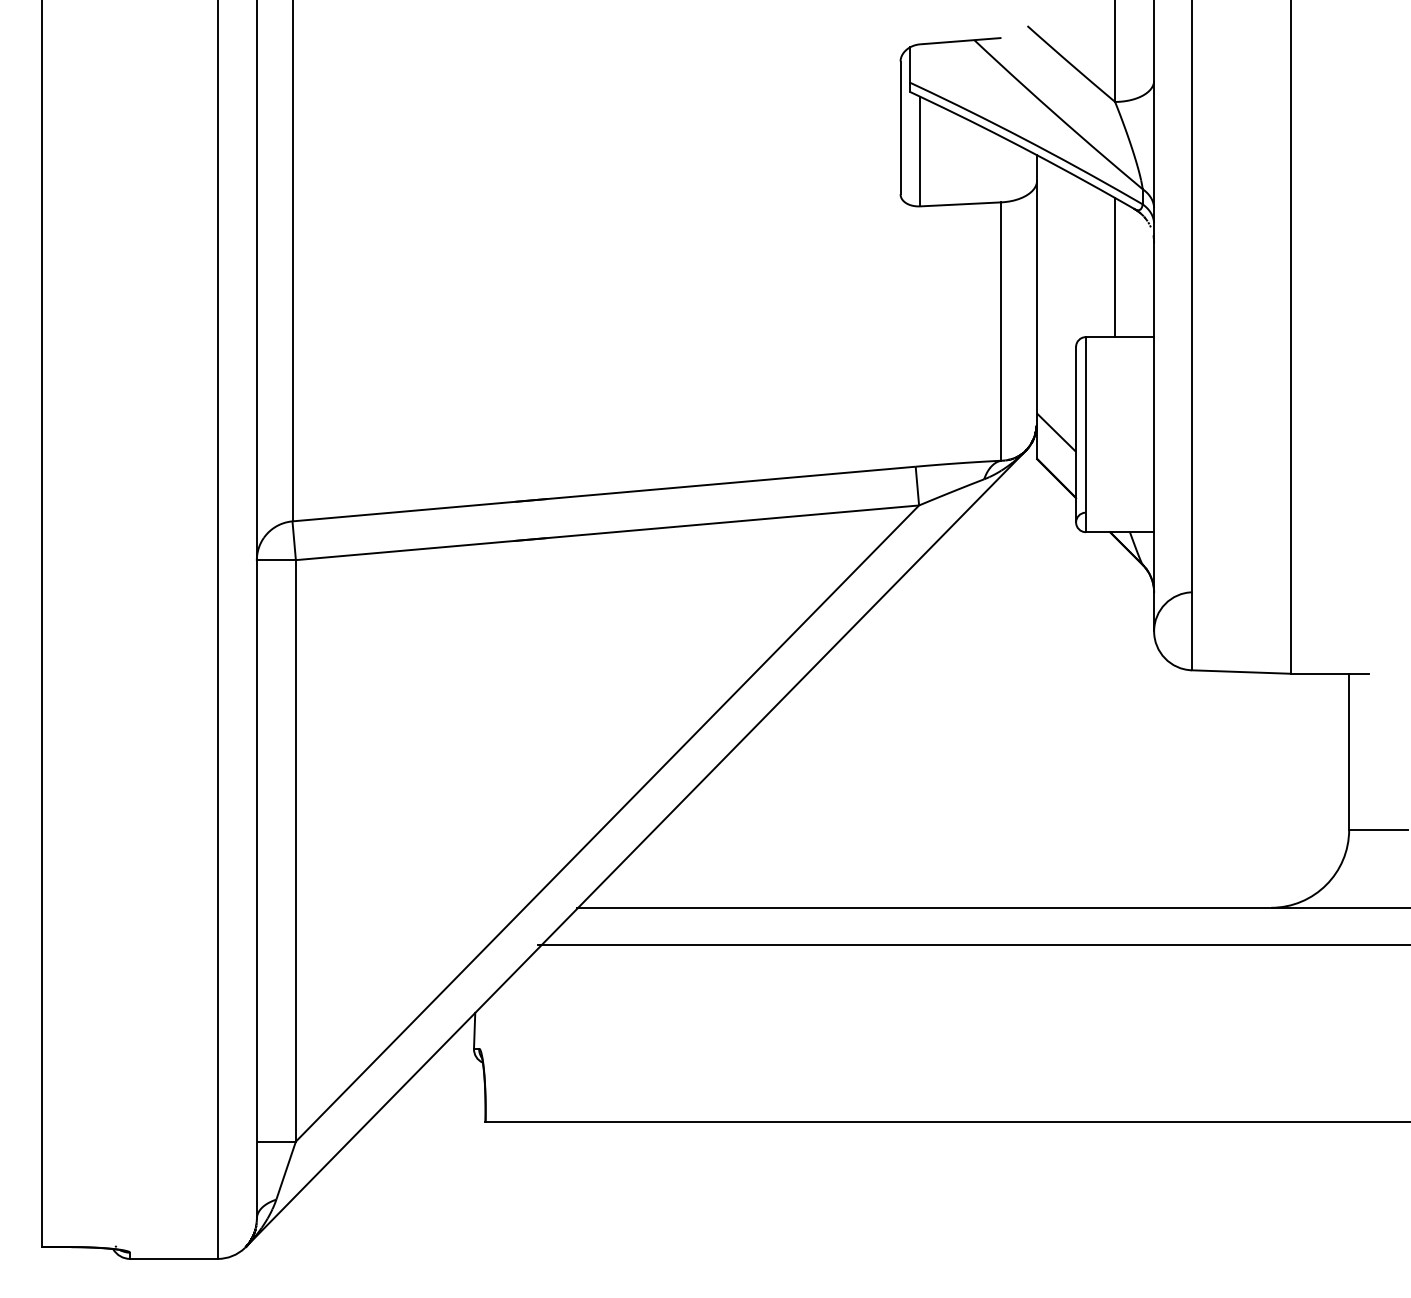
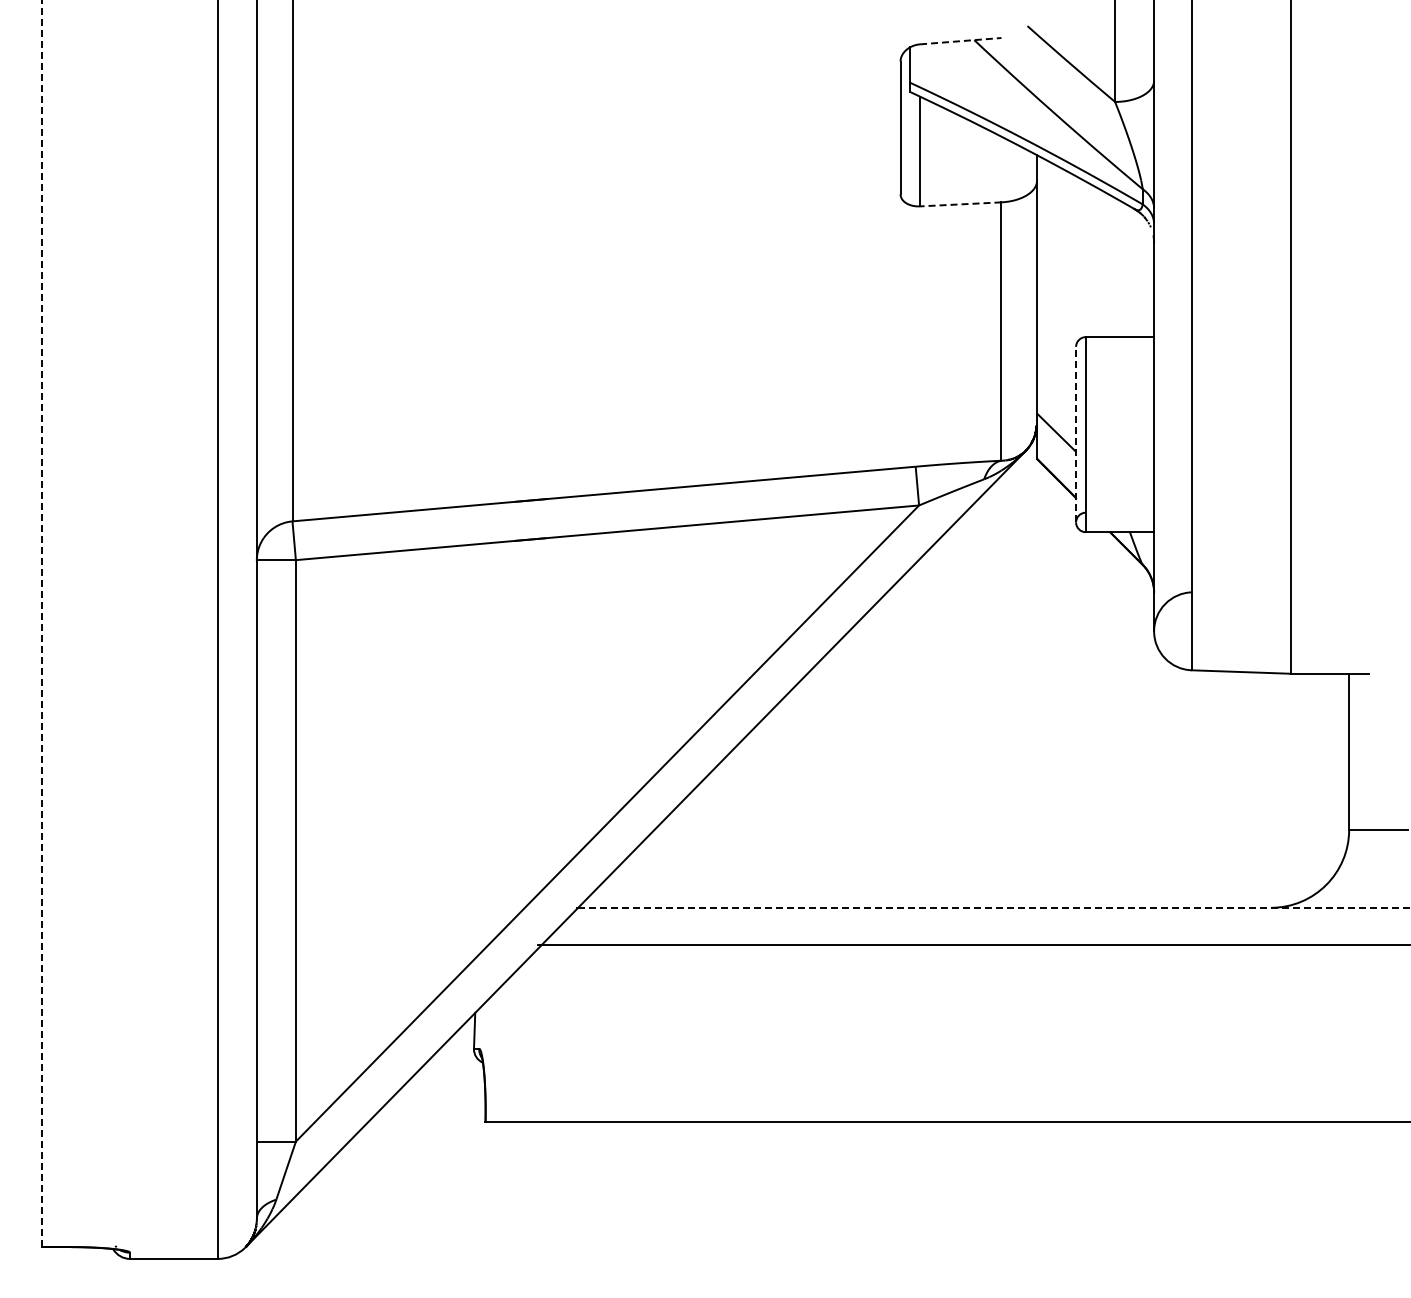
line at (960, 41): solid -> dashed
line at (960, 204): solid -> dashed
line at (1115, 267): present -> none
line at (1076, 434): solid -> dashed
line at (42, 623): solid -> dashed
line at (994, 907): solid -> dashed
